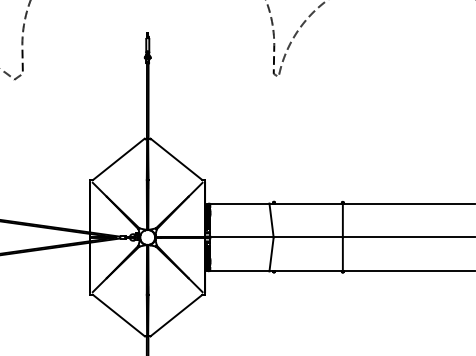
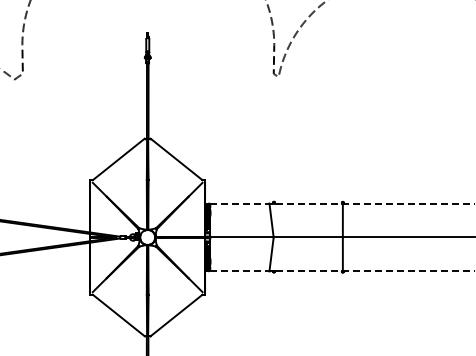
line at (343, 203): solid -> dashed
line at (343, 271): solid -> dashed
